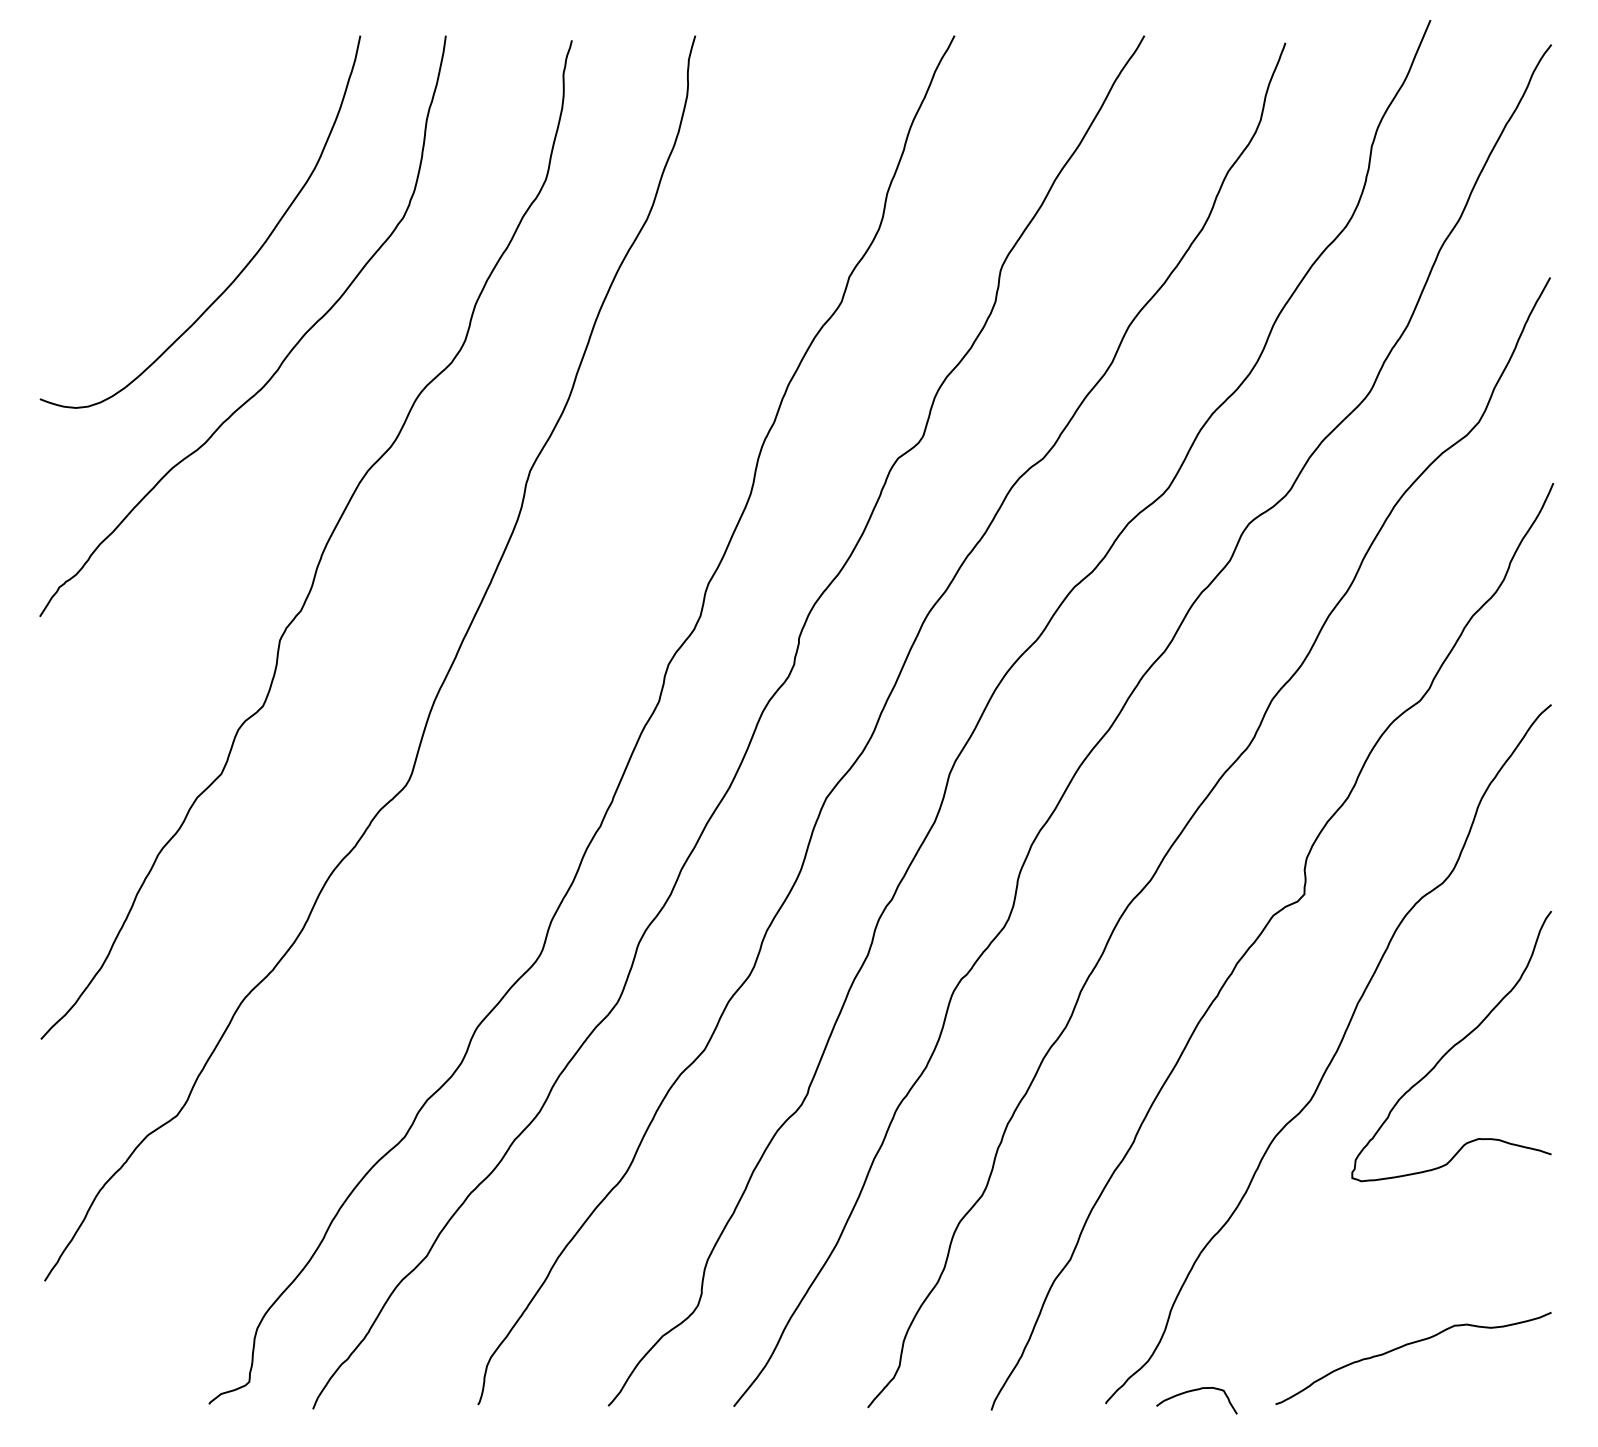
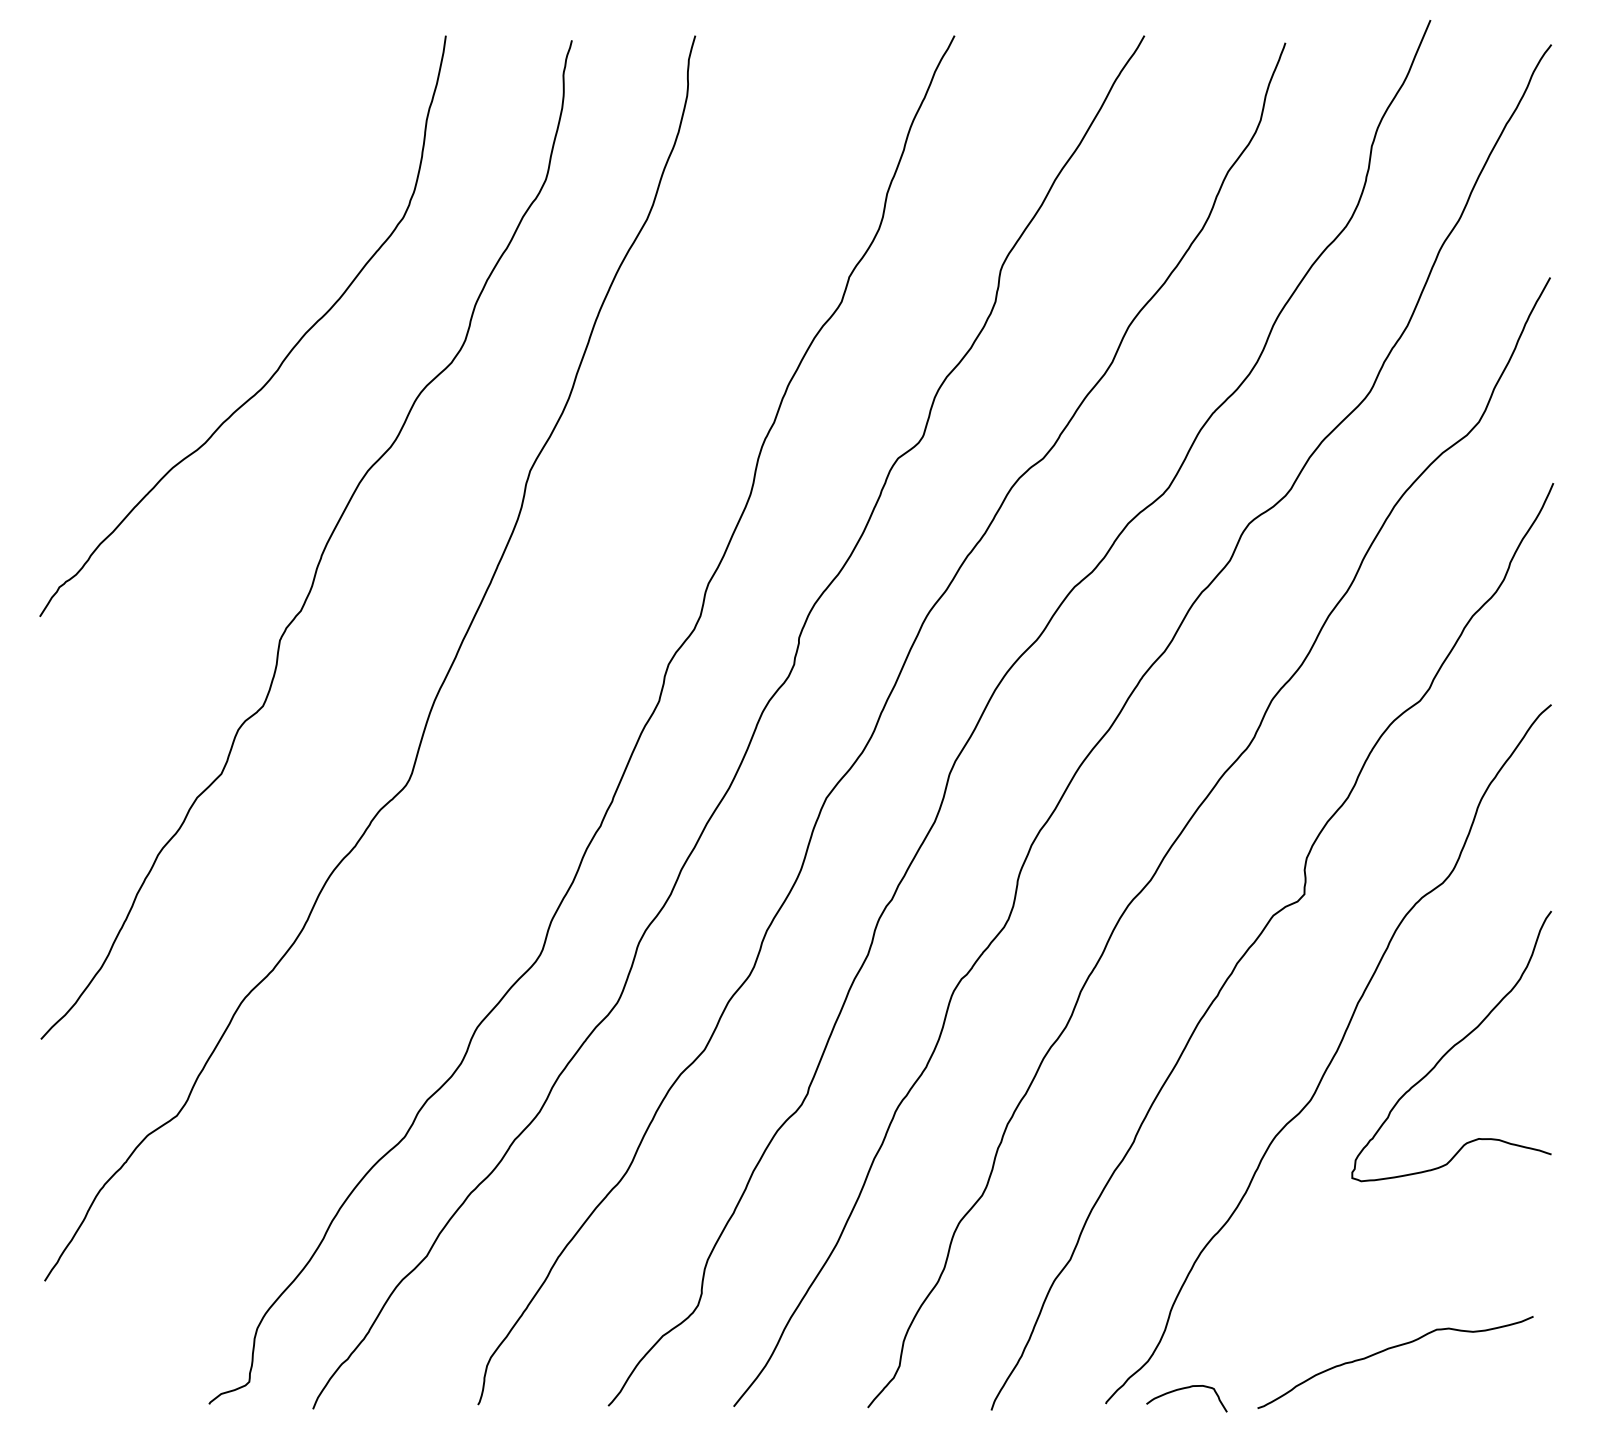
curve at (249, 260): present -> none
curve at (1411, 1344) position: (1411, 1344) -> (1393, 1348)
curve at (1193, 1391) position: (1193, 1391) -> (1183, 1389)
